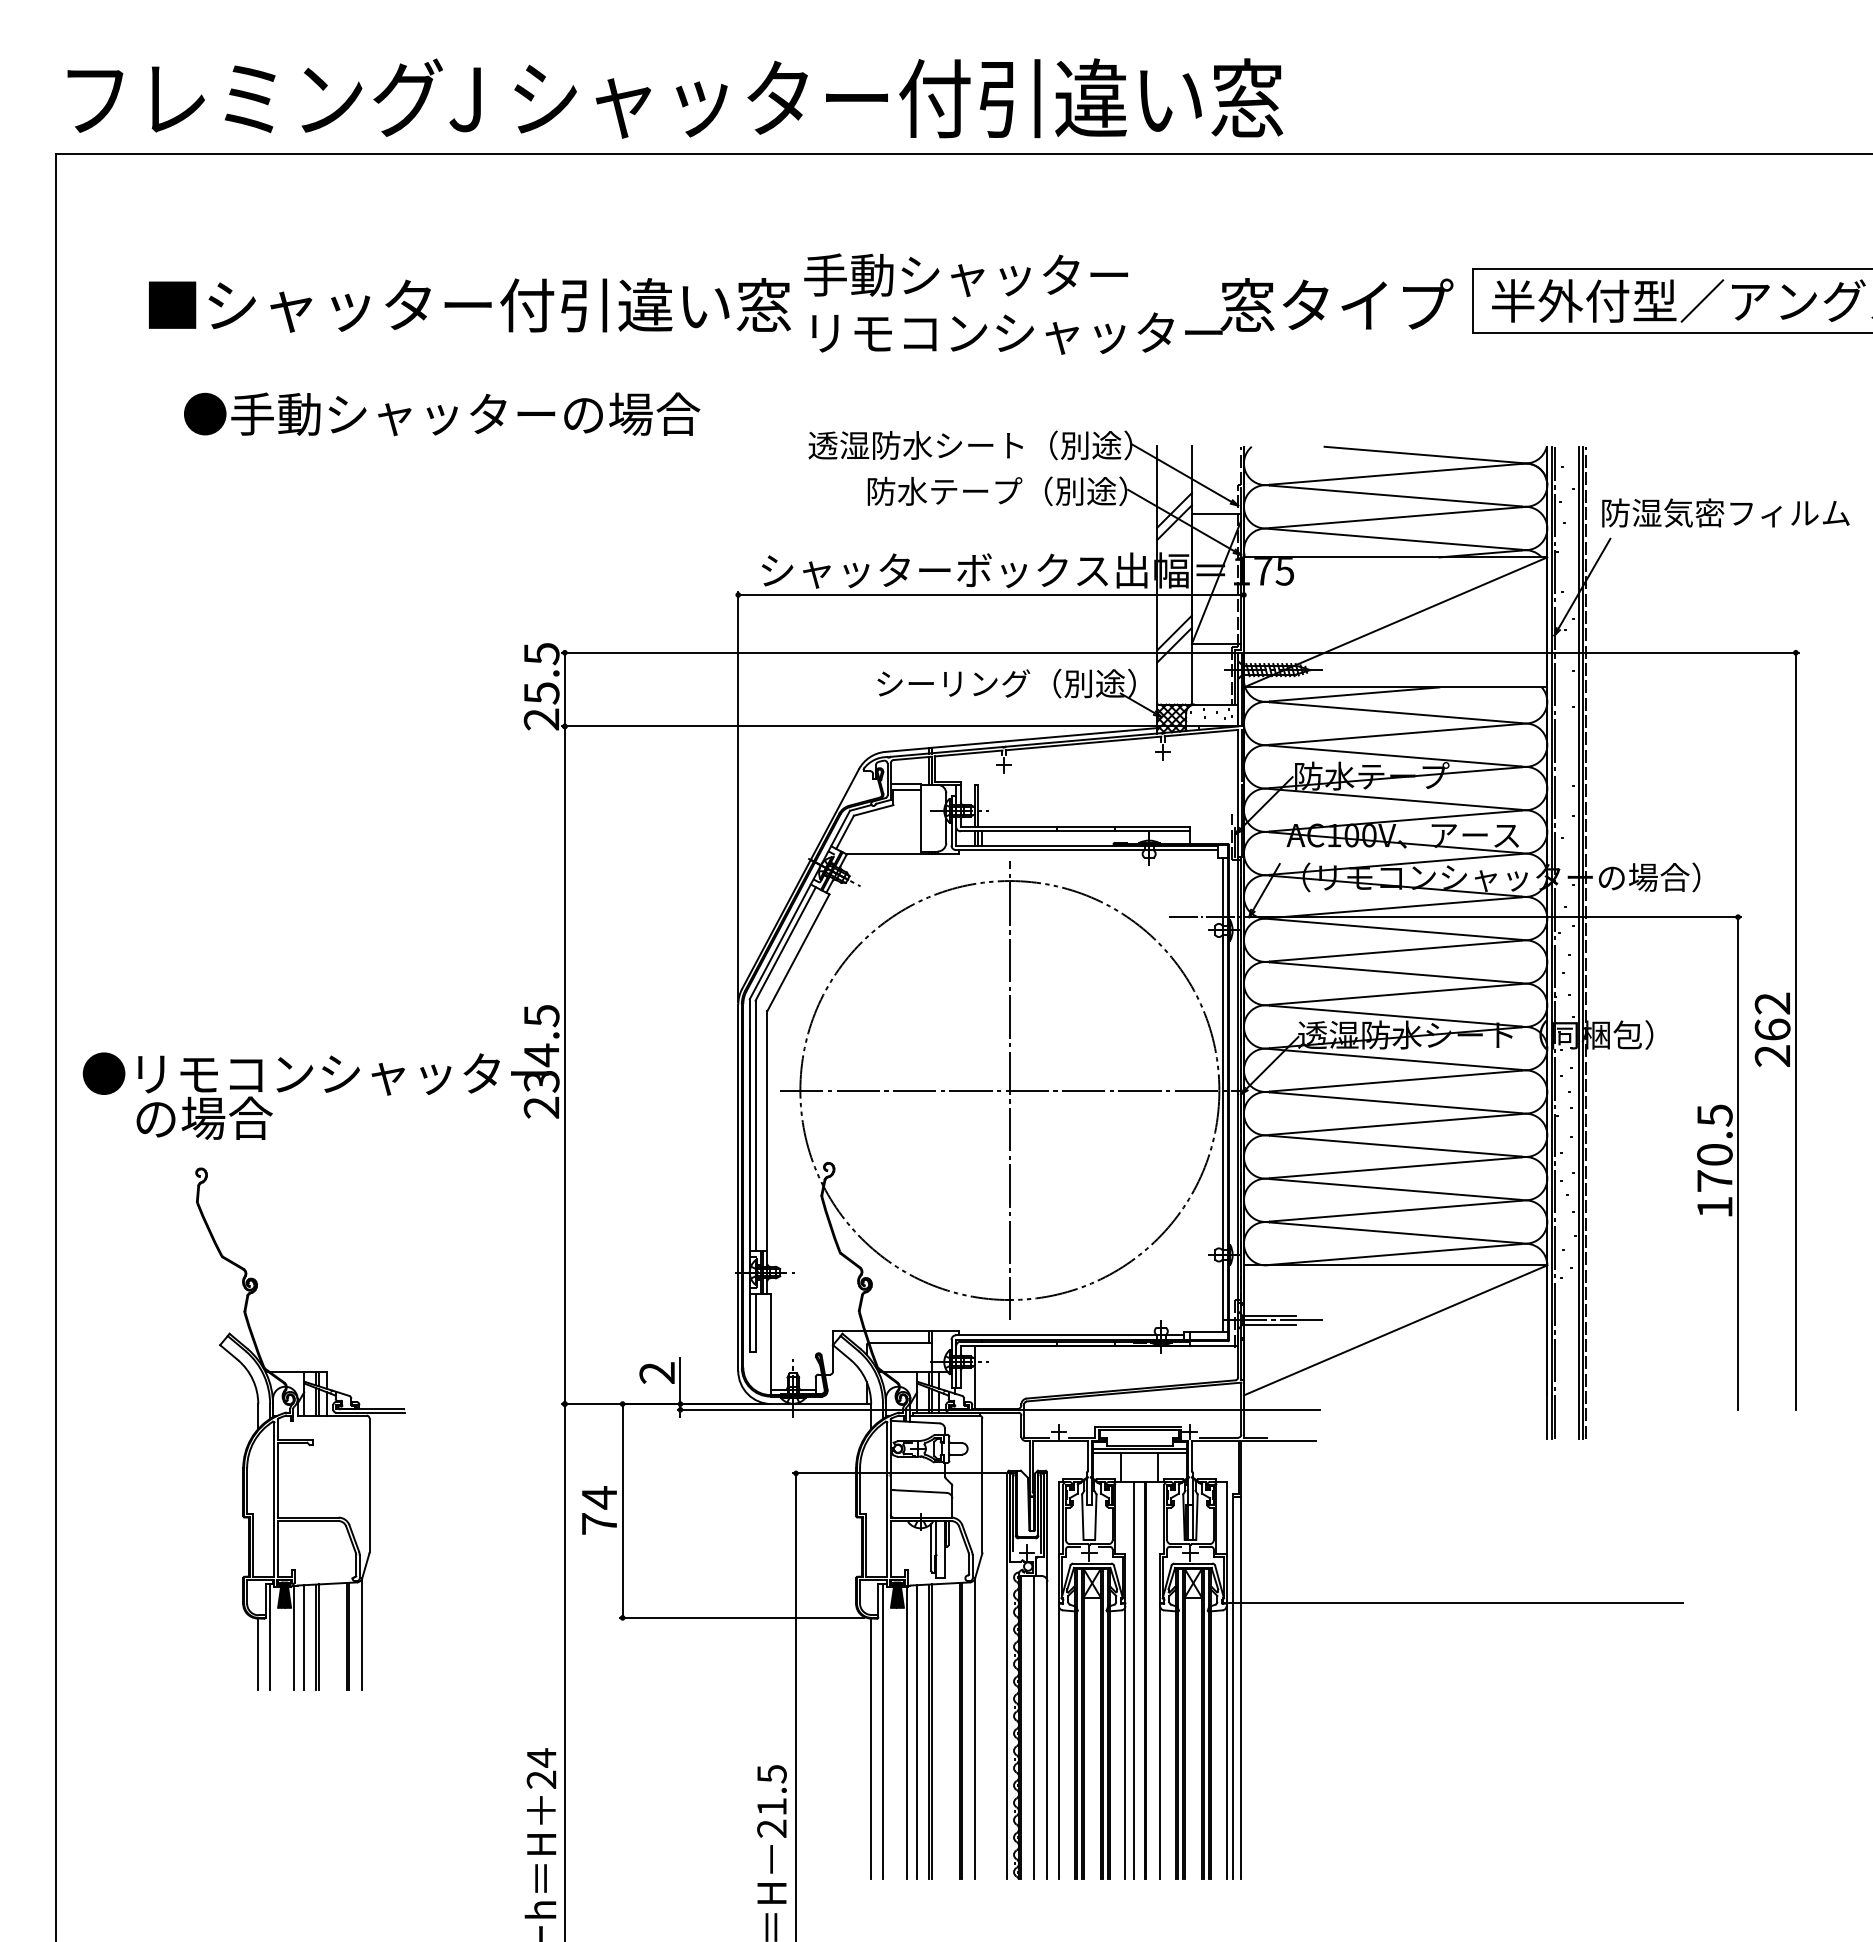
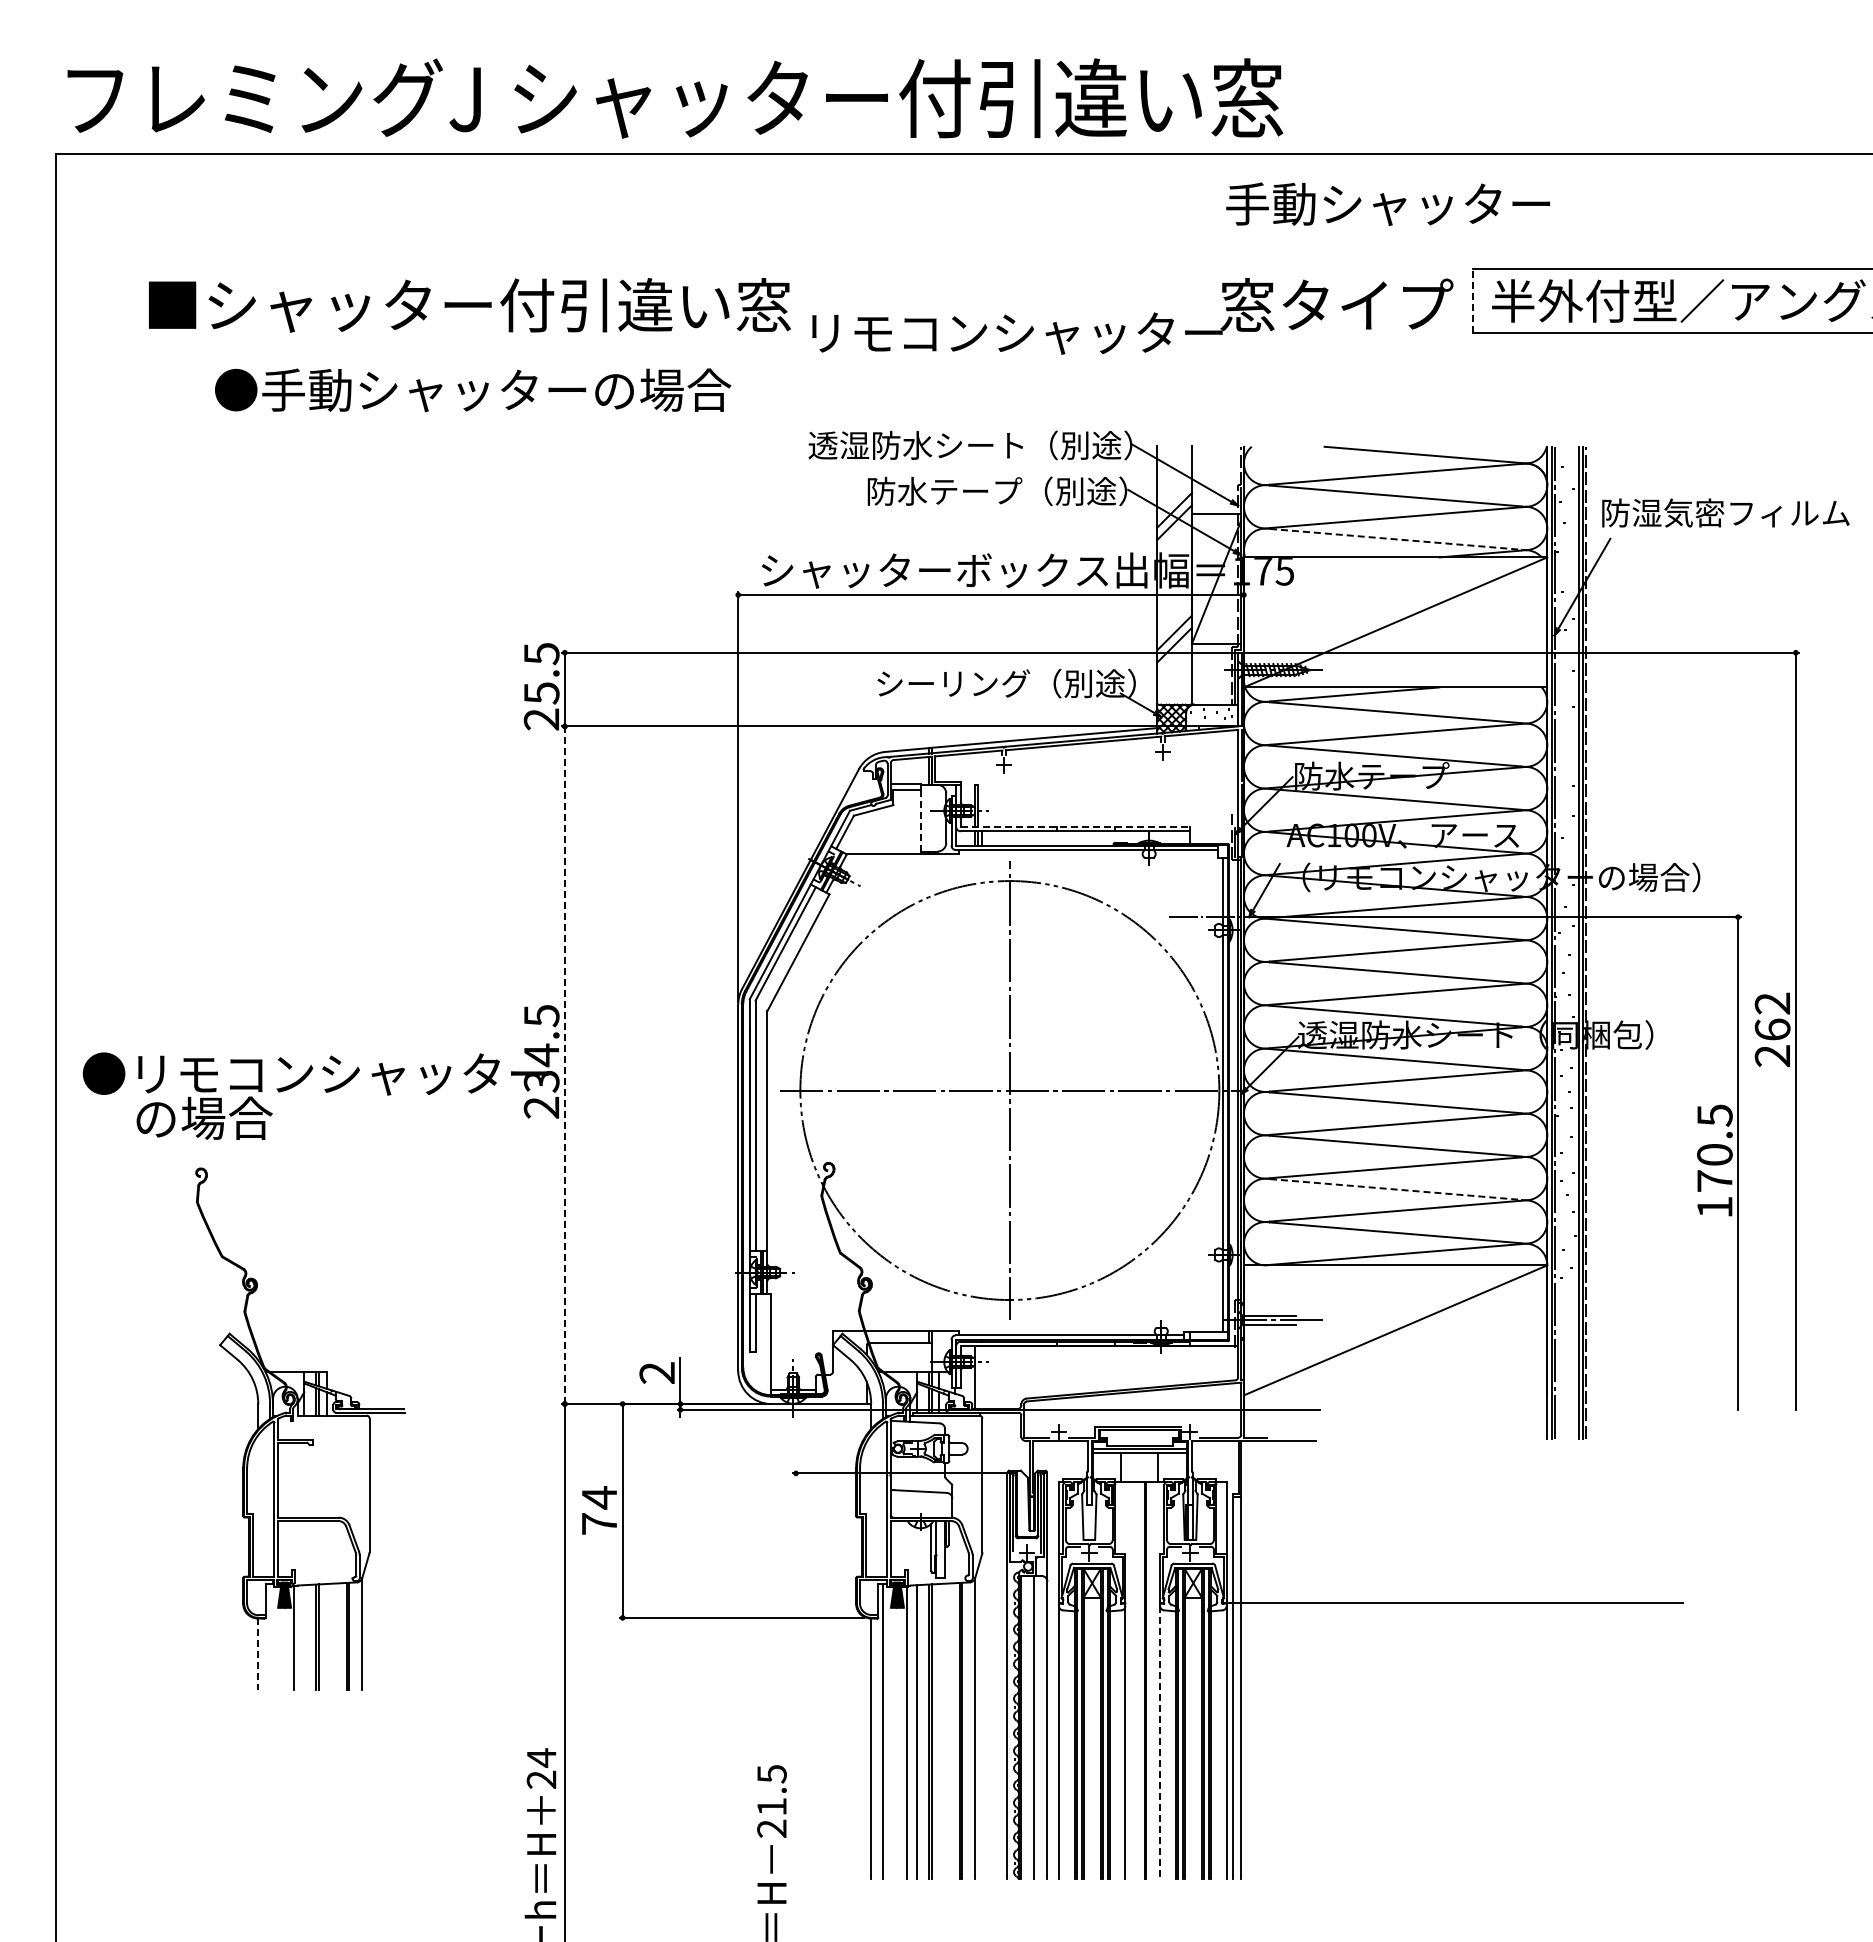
text at (965, 274) position: (965, 274) -> (1387, 203)
line at (1473, 300): solid -> dashed
text at (442, 414) position: (442, 414) -> (473, 390)
line at (1396, 539): solid -> dashed
line at (921, 820): solid -> dashed
line at (1075, 826): solid -> dashed
line at (564, 1065): solid -> dashed
line at (1396, 1189): solid -> dashed
line at (270, 1637): present -> none
line at (304, 1637): present -> none
line at (258, 1654): solid -> dashed
line at (1134, 1680): present -> none
line at (796, 1705): present -> none
line at (1160, 1742): solid -> dashed
